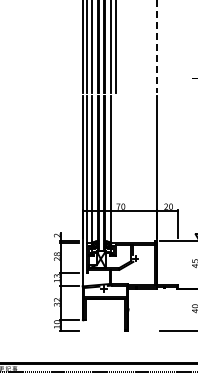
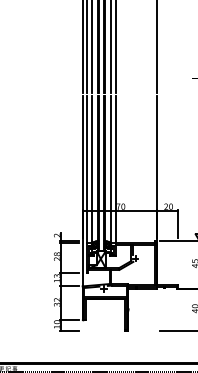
line at (156, 46): dashed -> solid
line at (115, 168): none -> present
